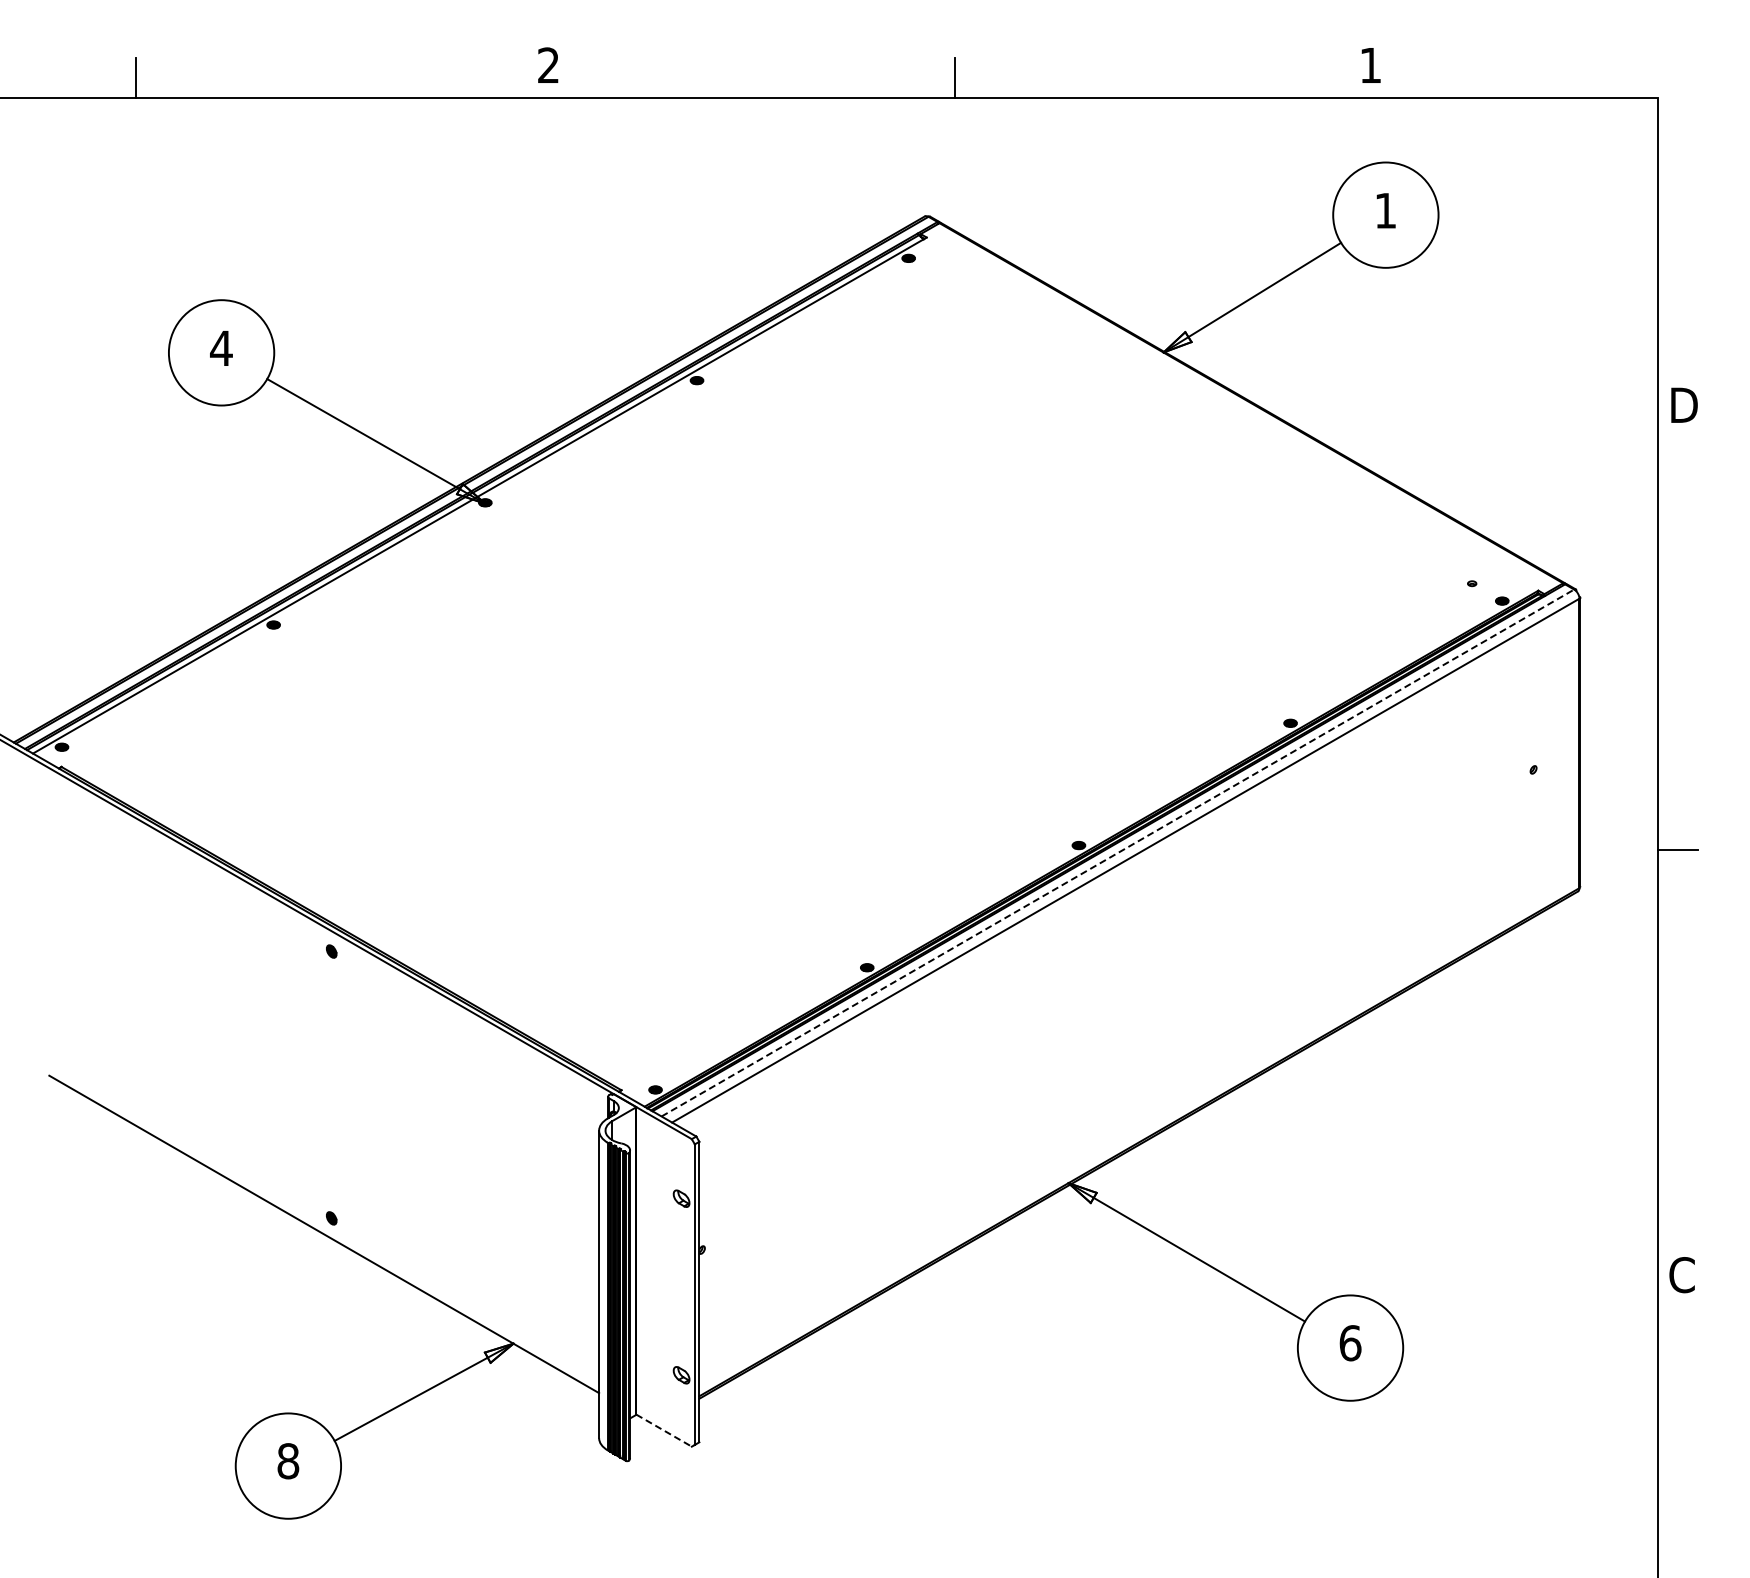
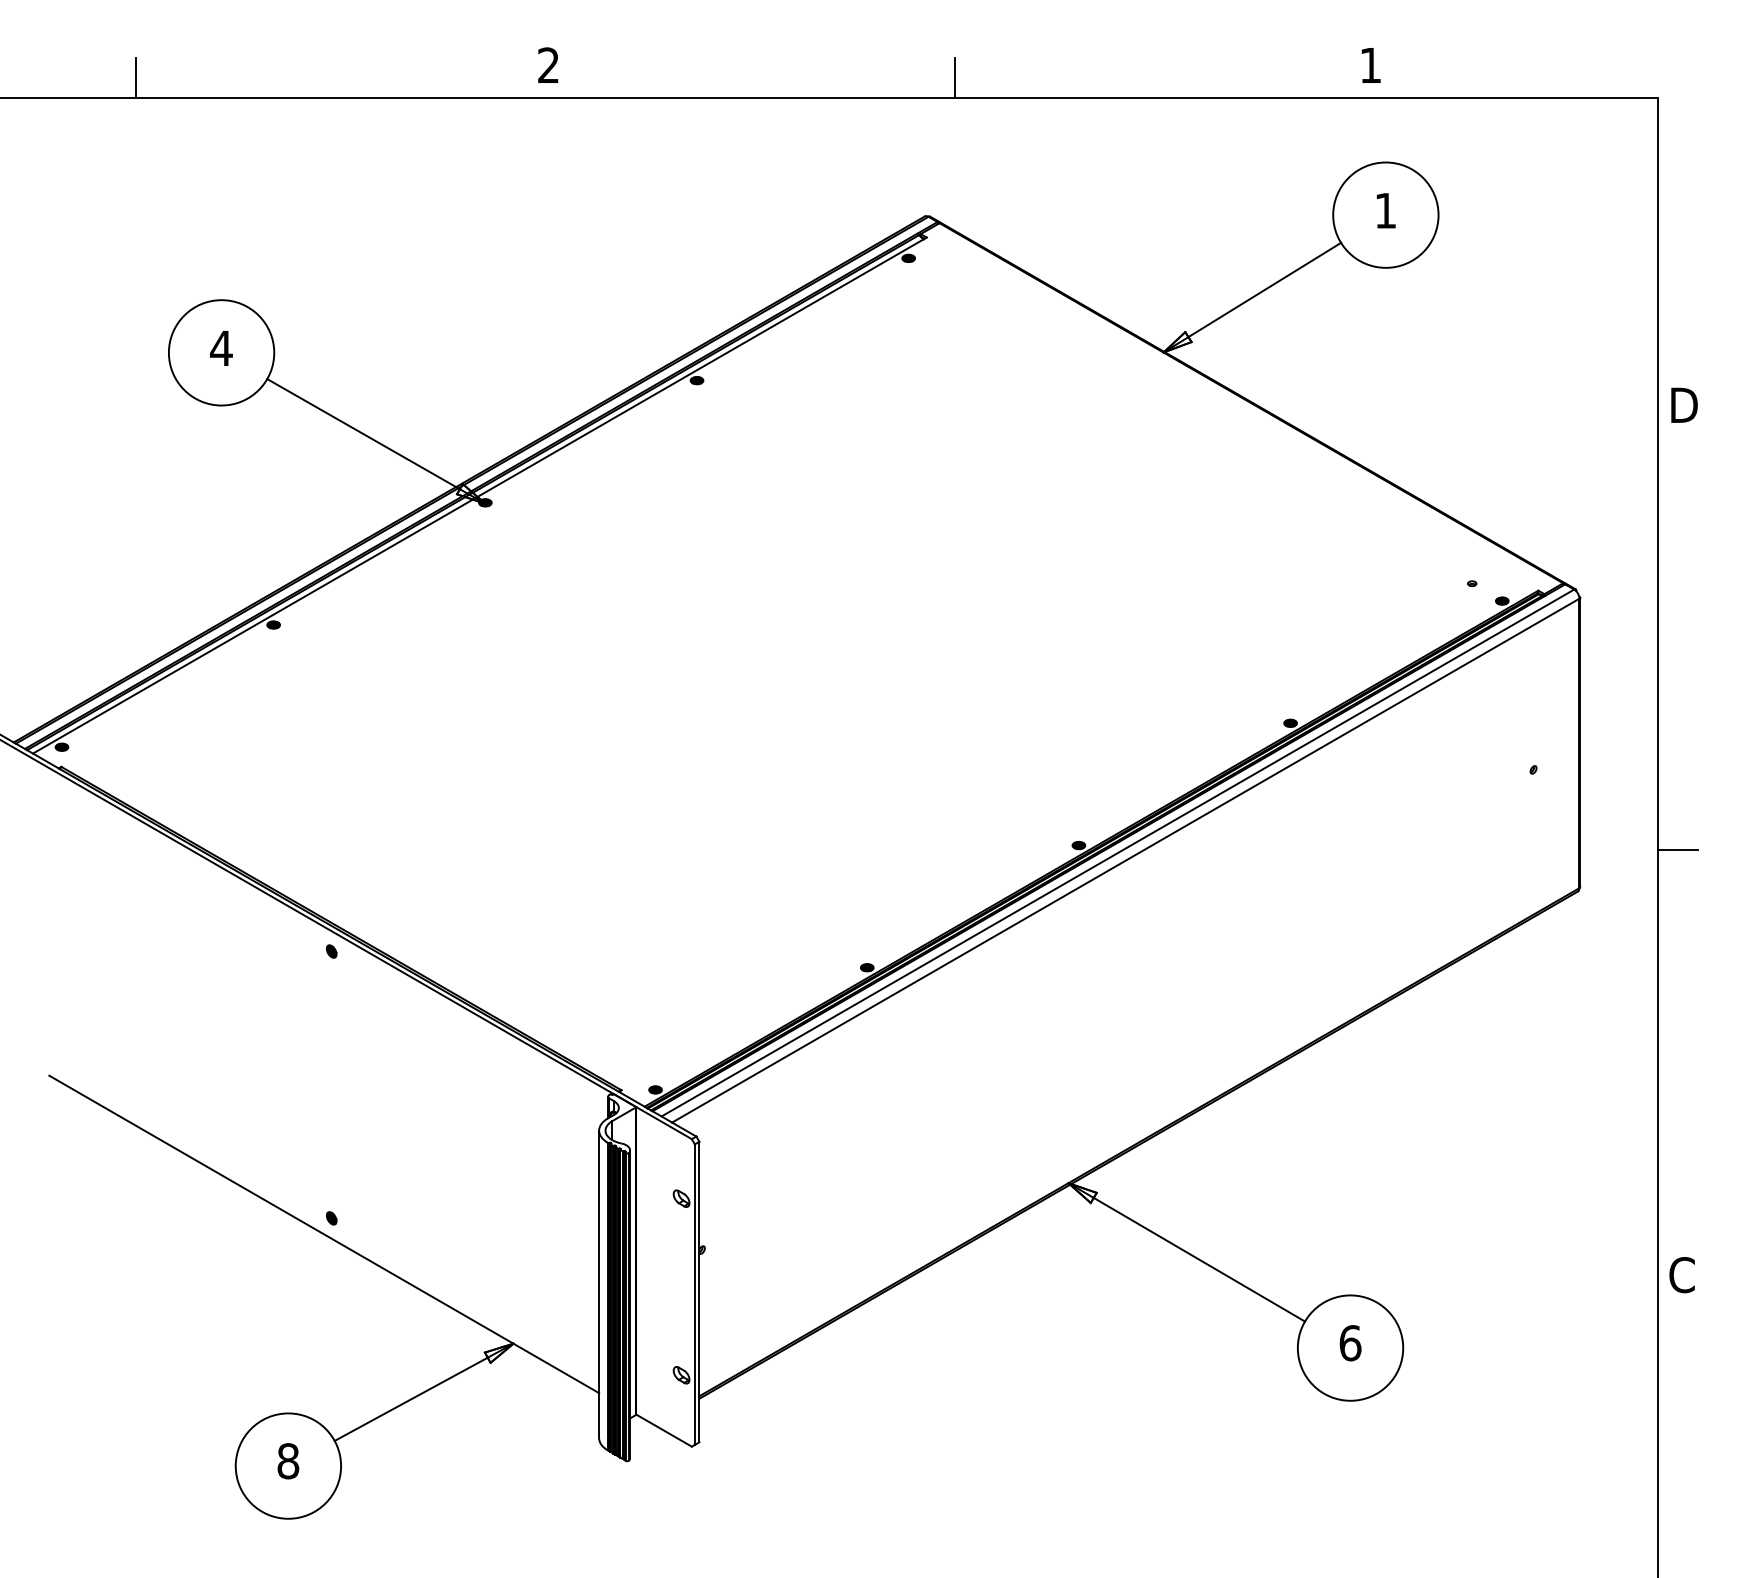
line at (1117, 853): dashed -> solid
line at (664, 1430): dashed -> solid
